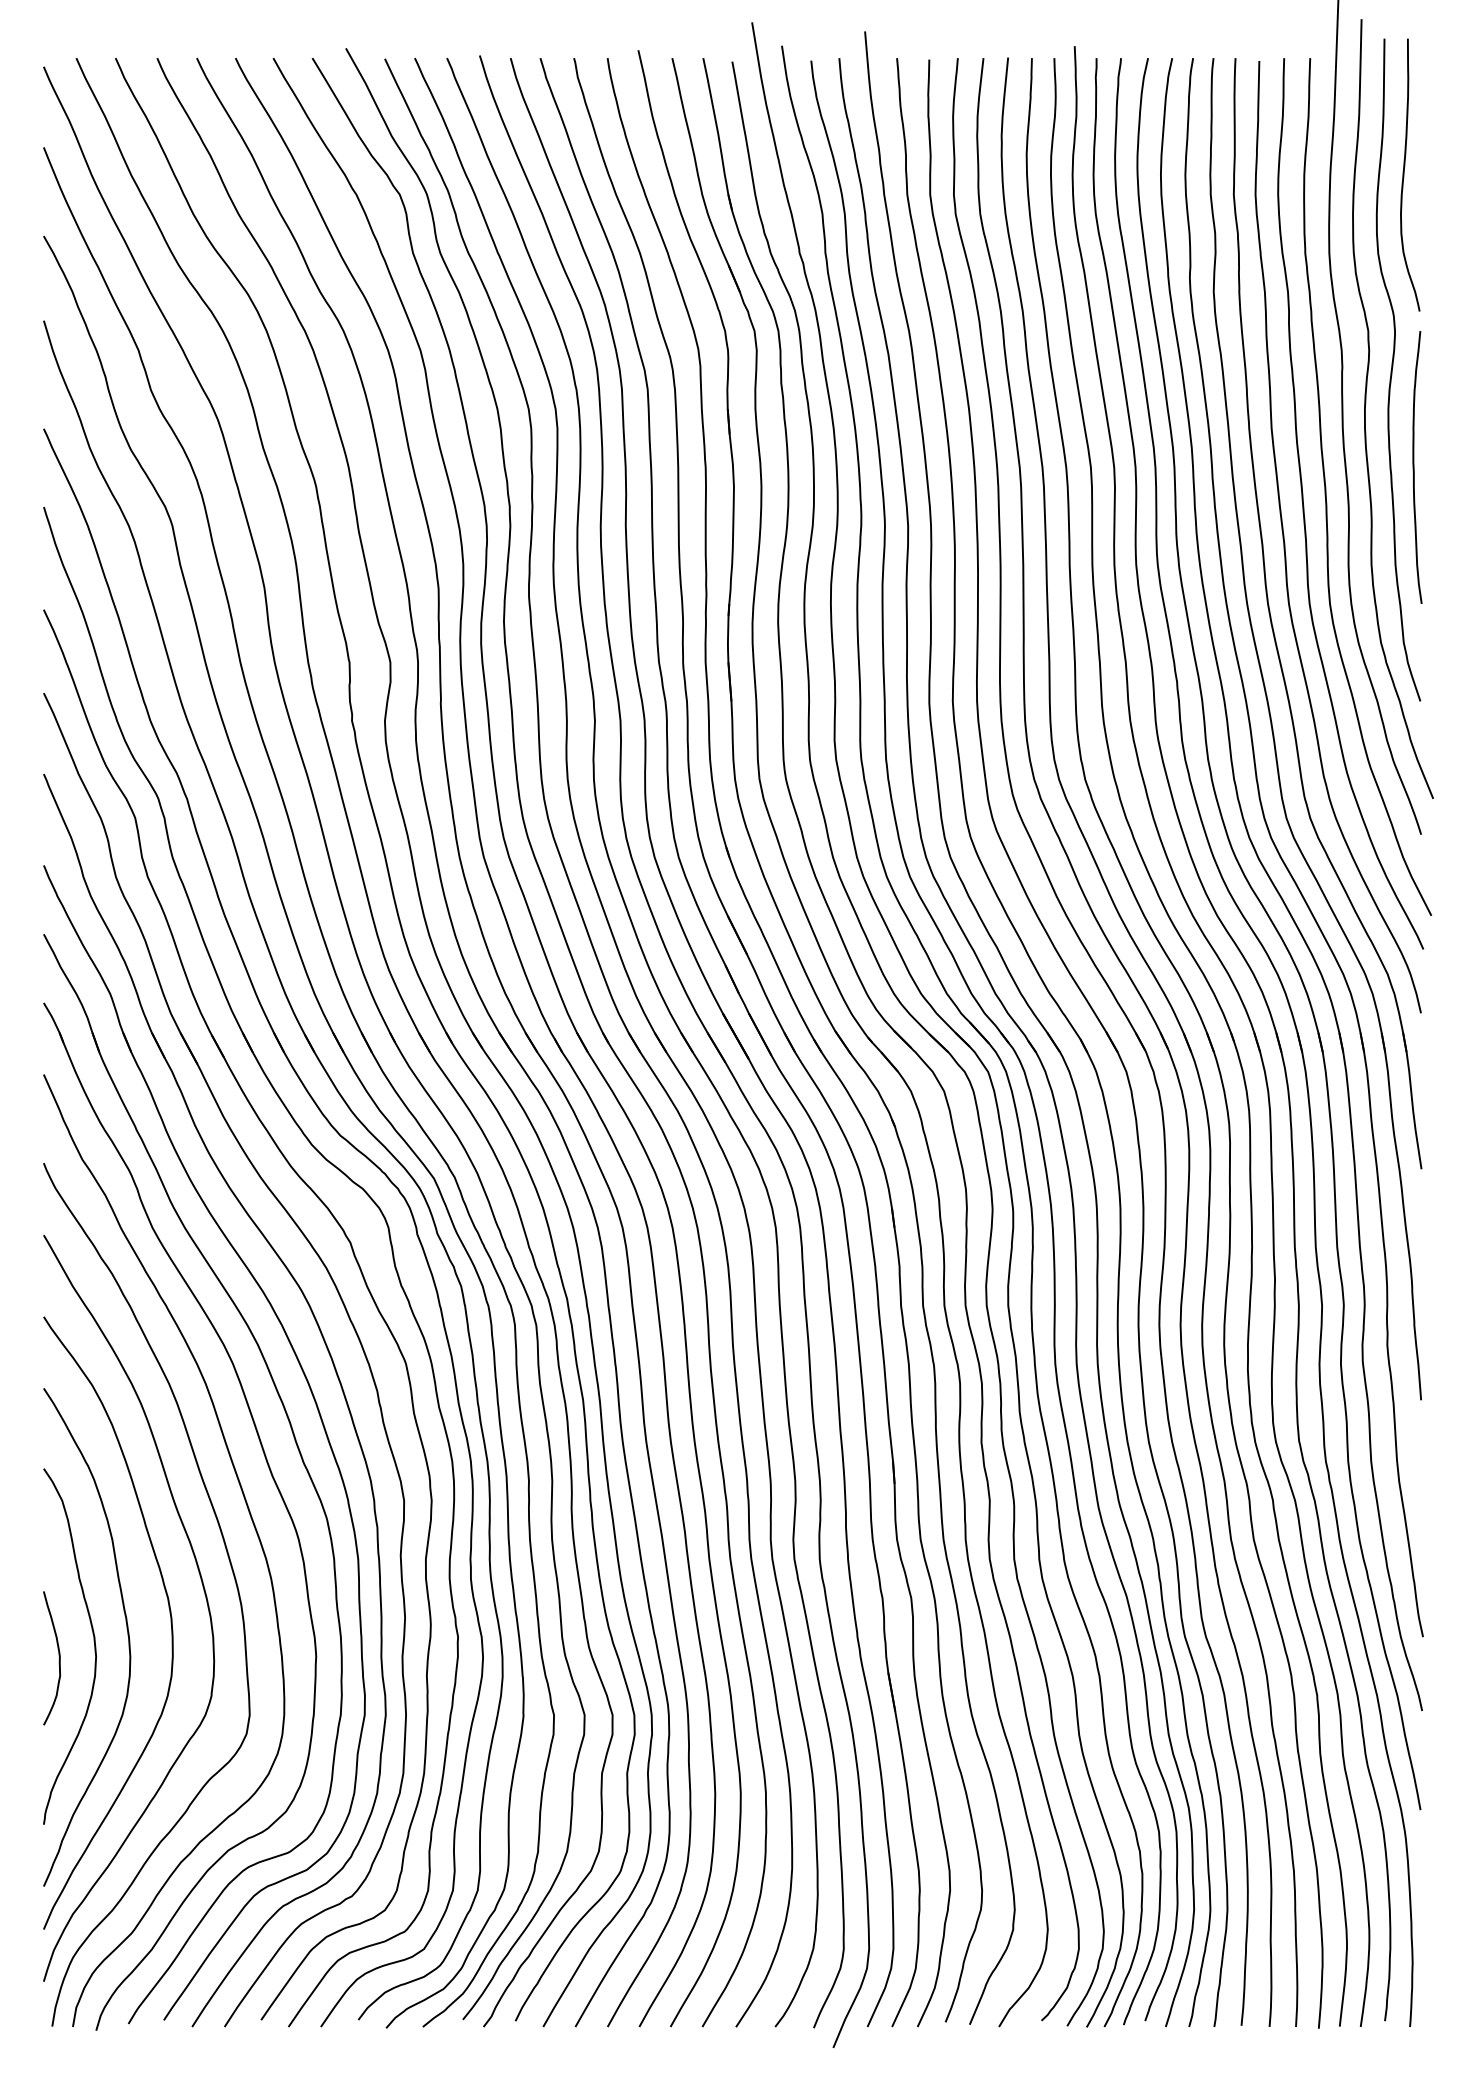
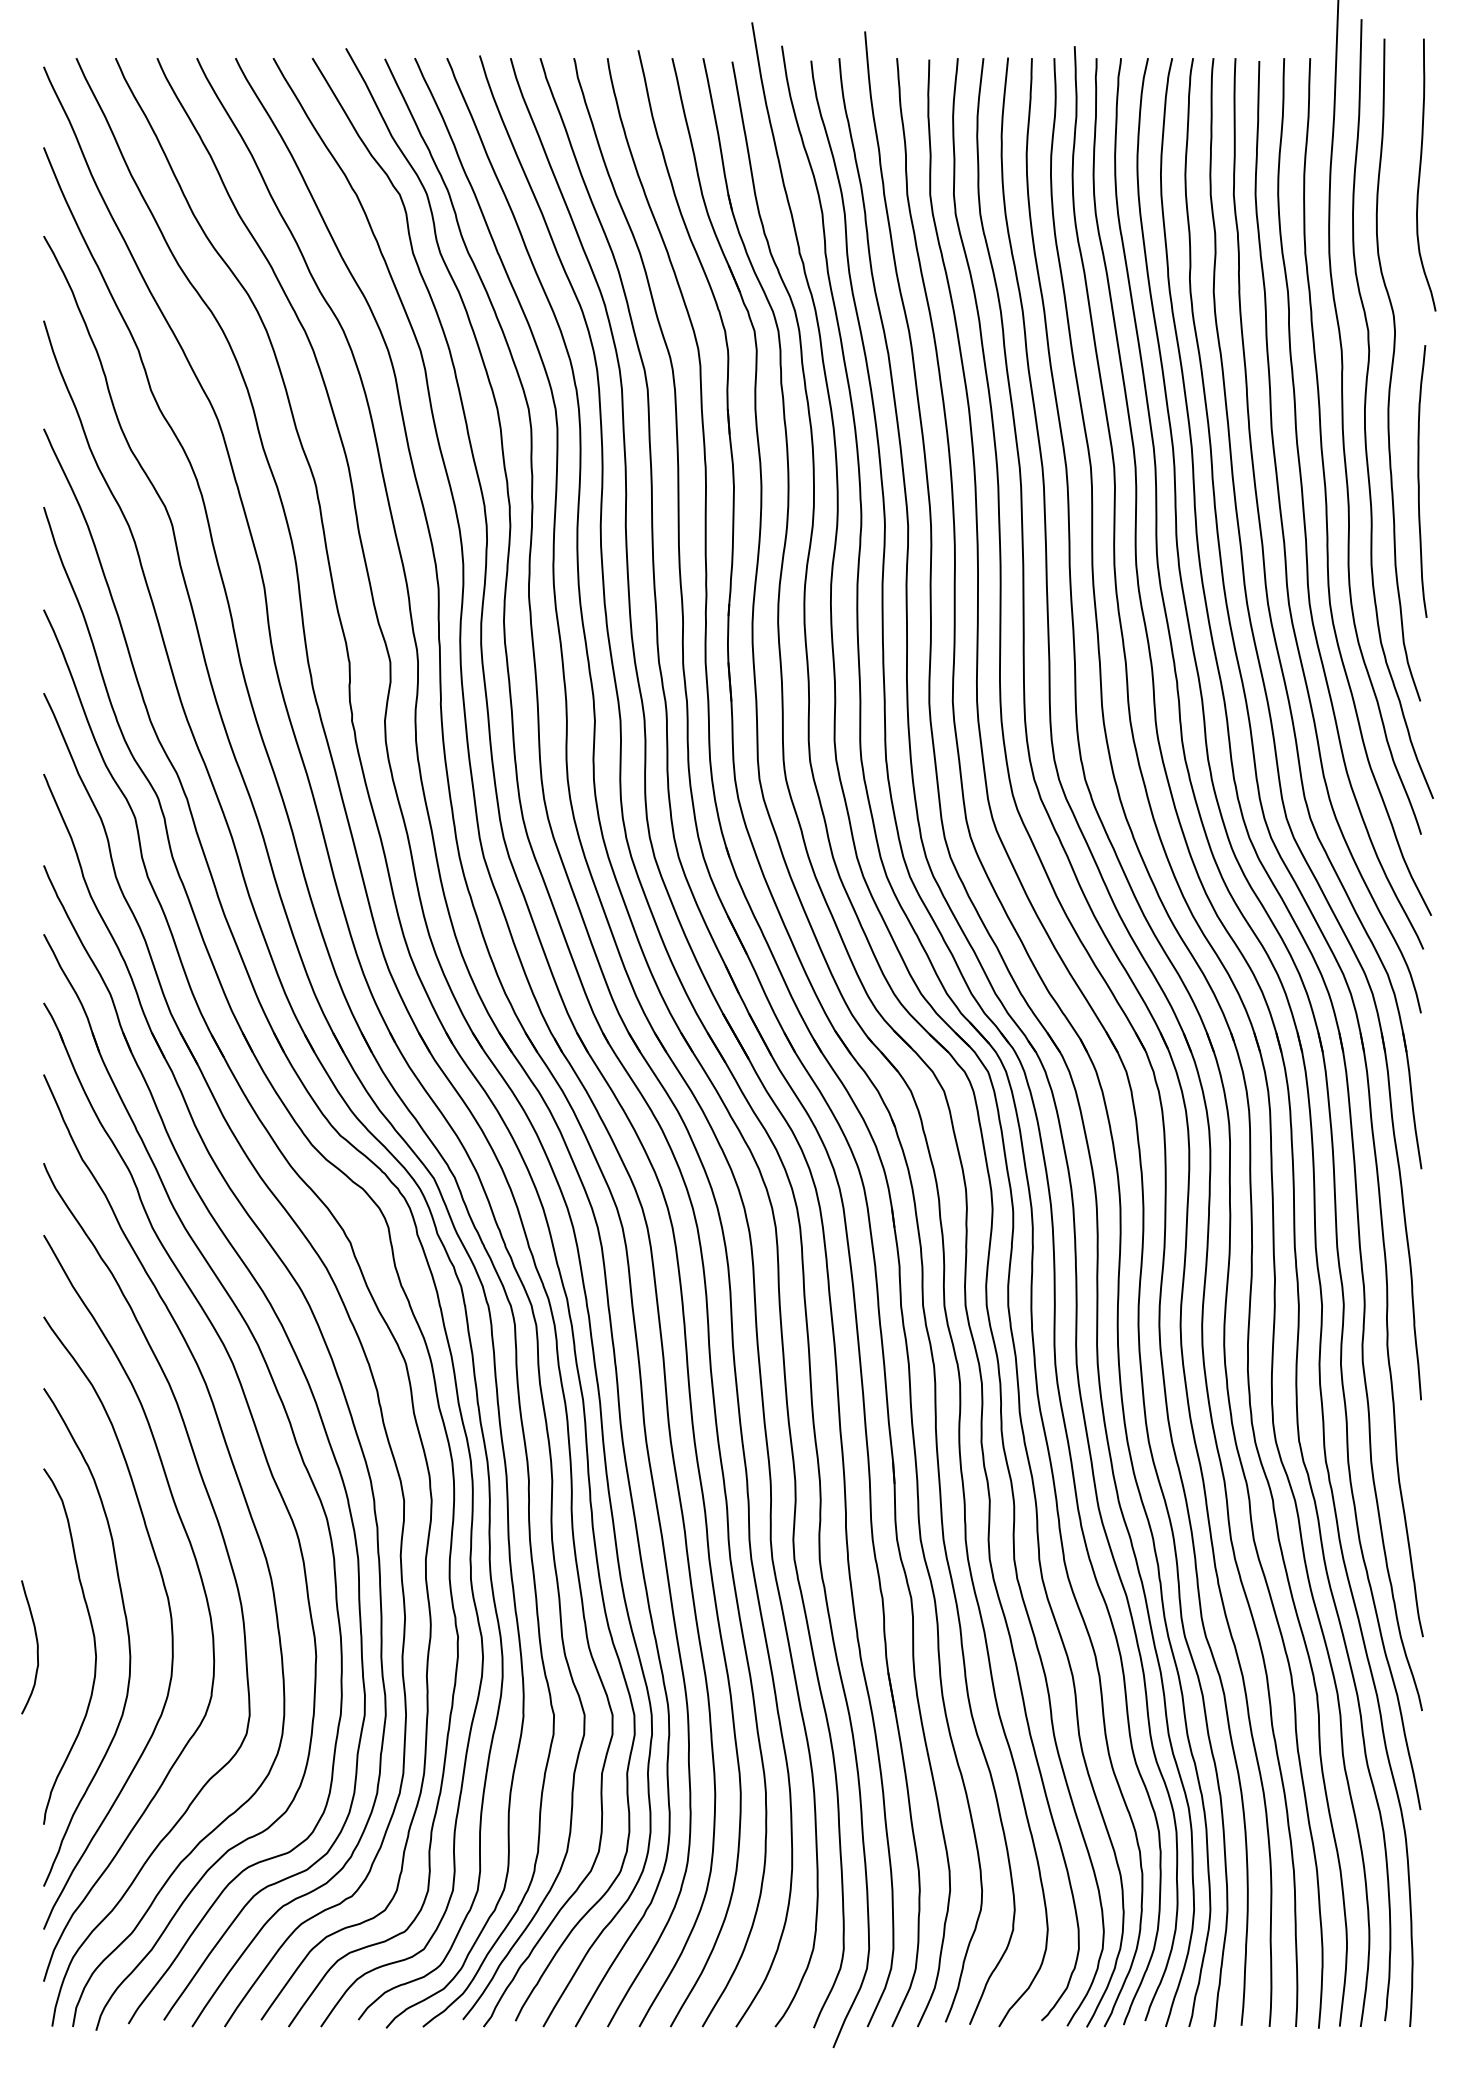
curve at (1404, 174) position: (1404, 174) -> (1420, 174)
curve at (1414, 467) position: (1414, 467) -> (1419, 481)
curve at (58, 1660) position: (58, 1660) -> (36, 1649)
